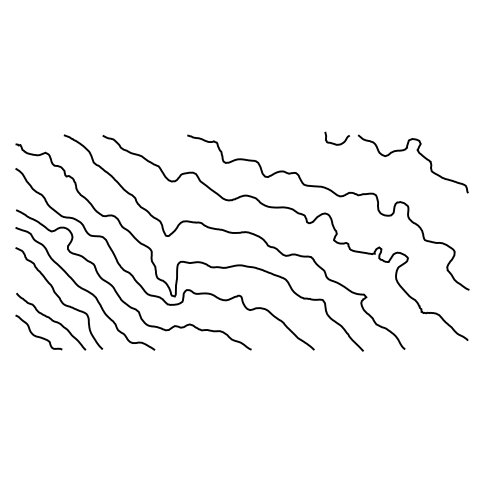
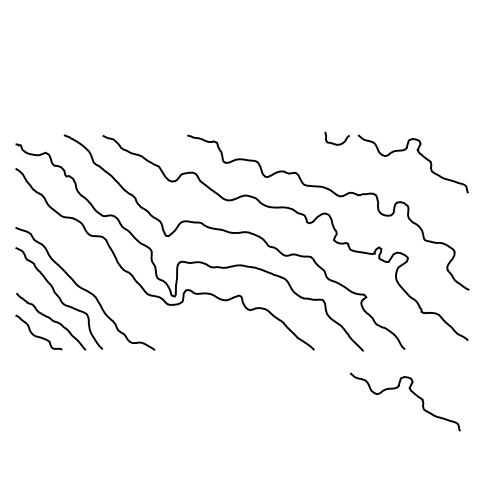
curve at (115, 288): present -> none
curve at (412, 393): none -> present
